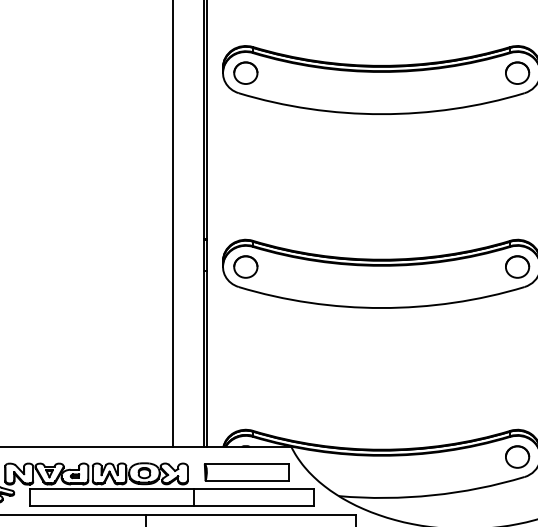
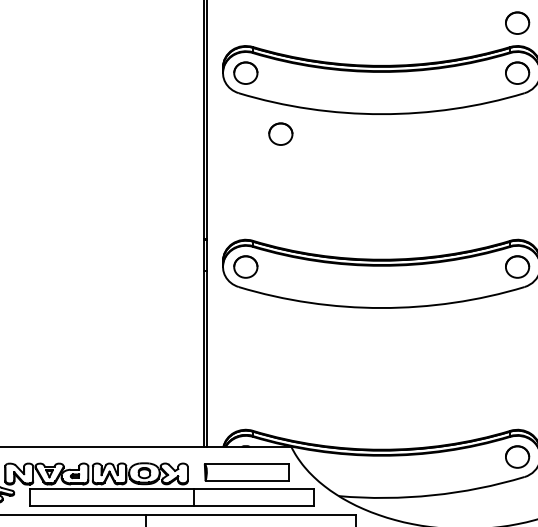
part at (517, 22): none -> present
part at (280, 133): none -> present
line at (172, 224): present -> none
